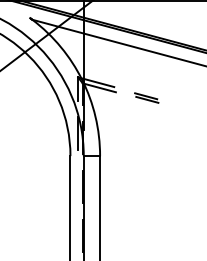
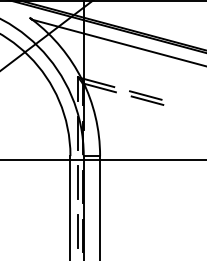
part at (146, 97) size: 26x12 px -> 36x16 px
line at (102, 159): none -> present
line at (78, 182): none -> present
line at (78, 231): none -> present
